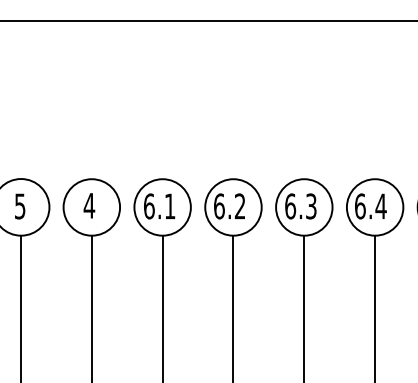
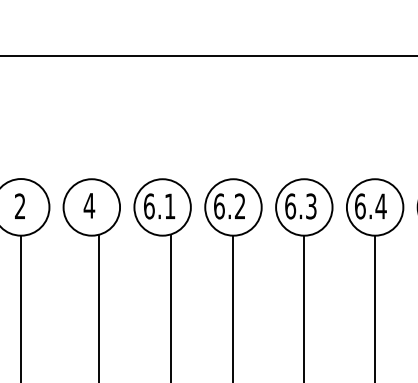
line at (208, 20) position: (208, 20) -> (208, 55)
text at (20, 206): 5 -> 2
line at (91, 307) position: (91, 307) -> (98, 307)
line at (162, 307) position: (162, 307) -> (170, 307)
